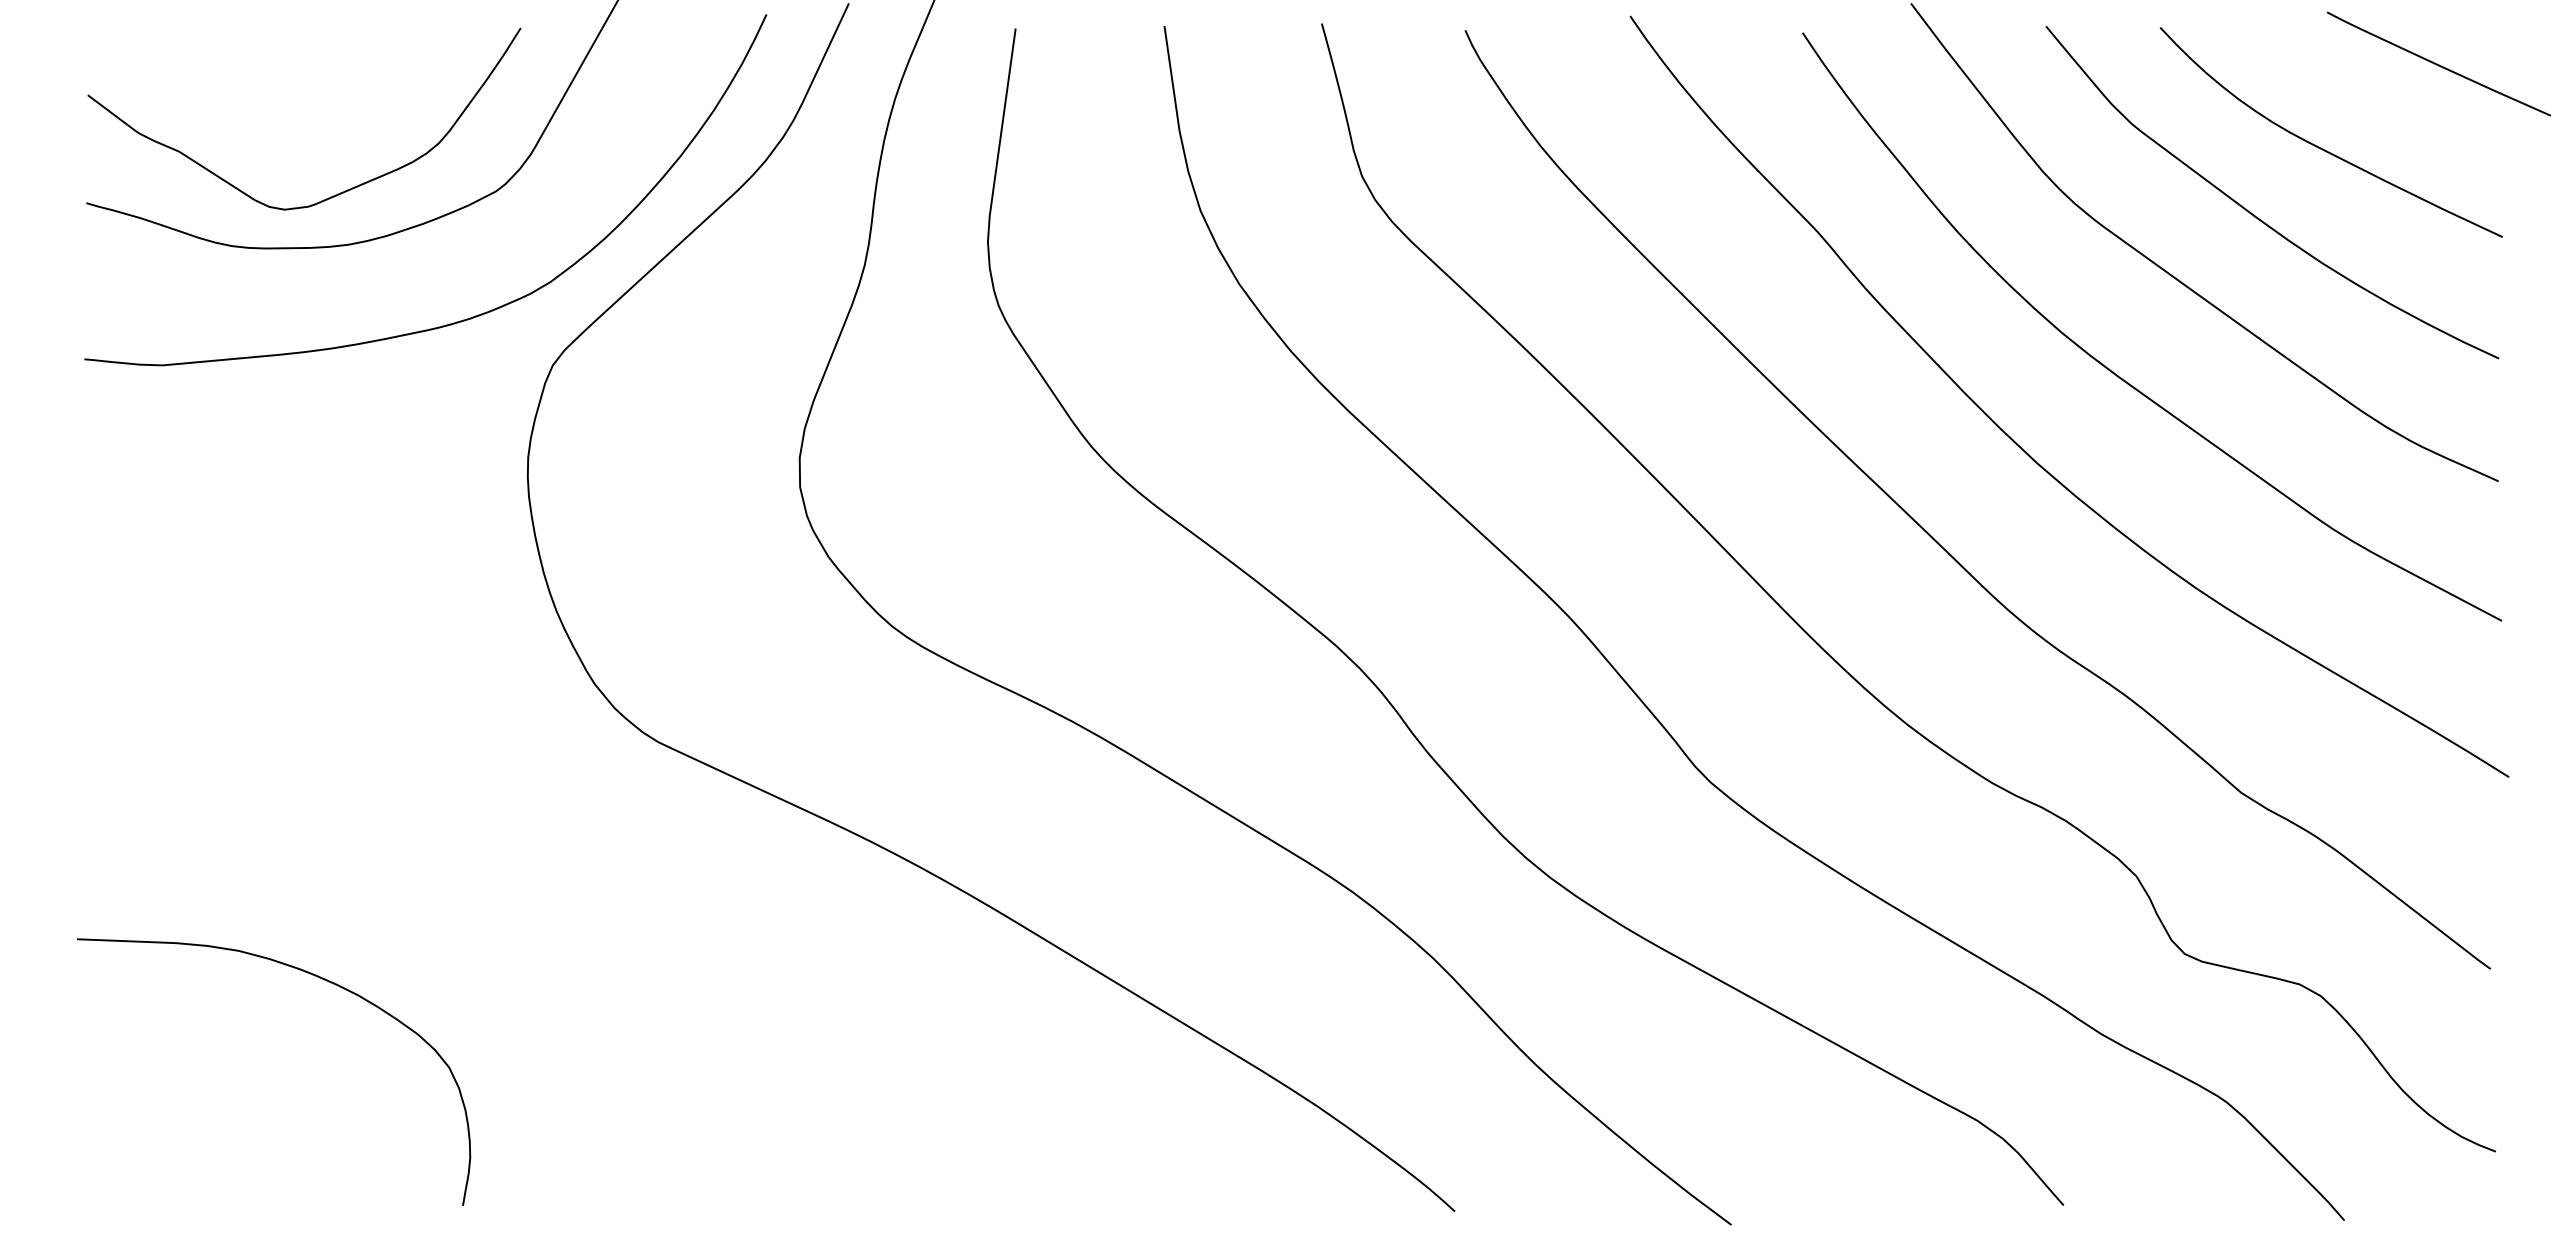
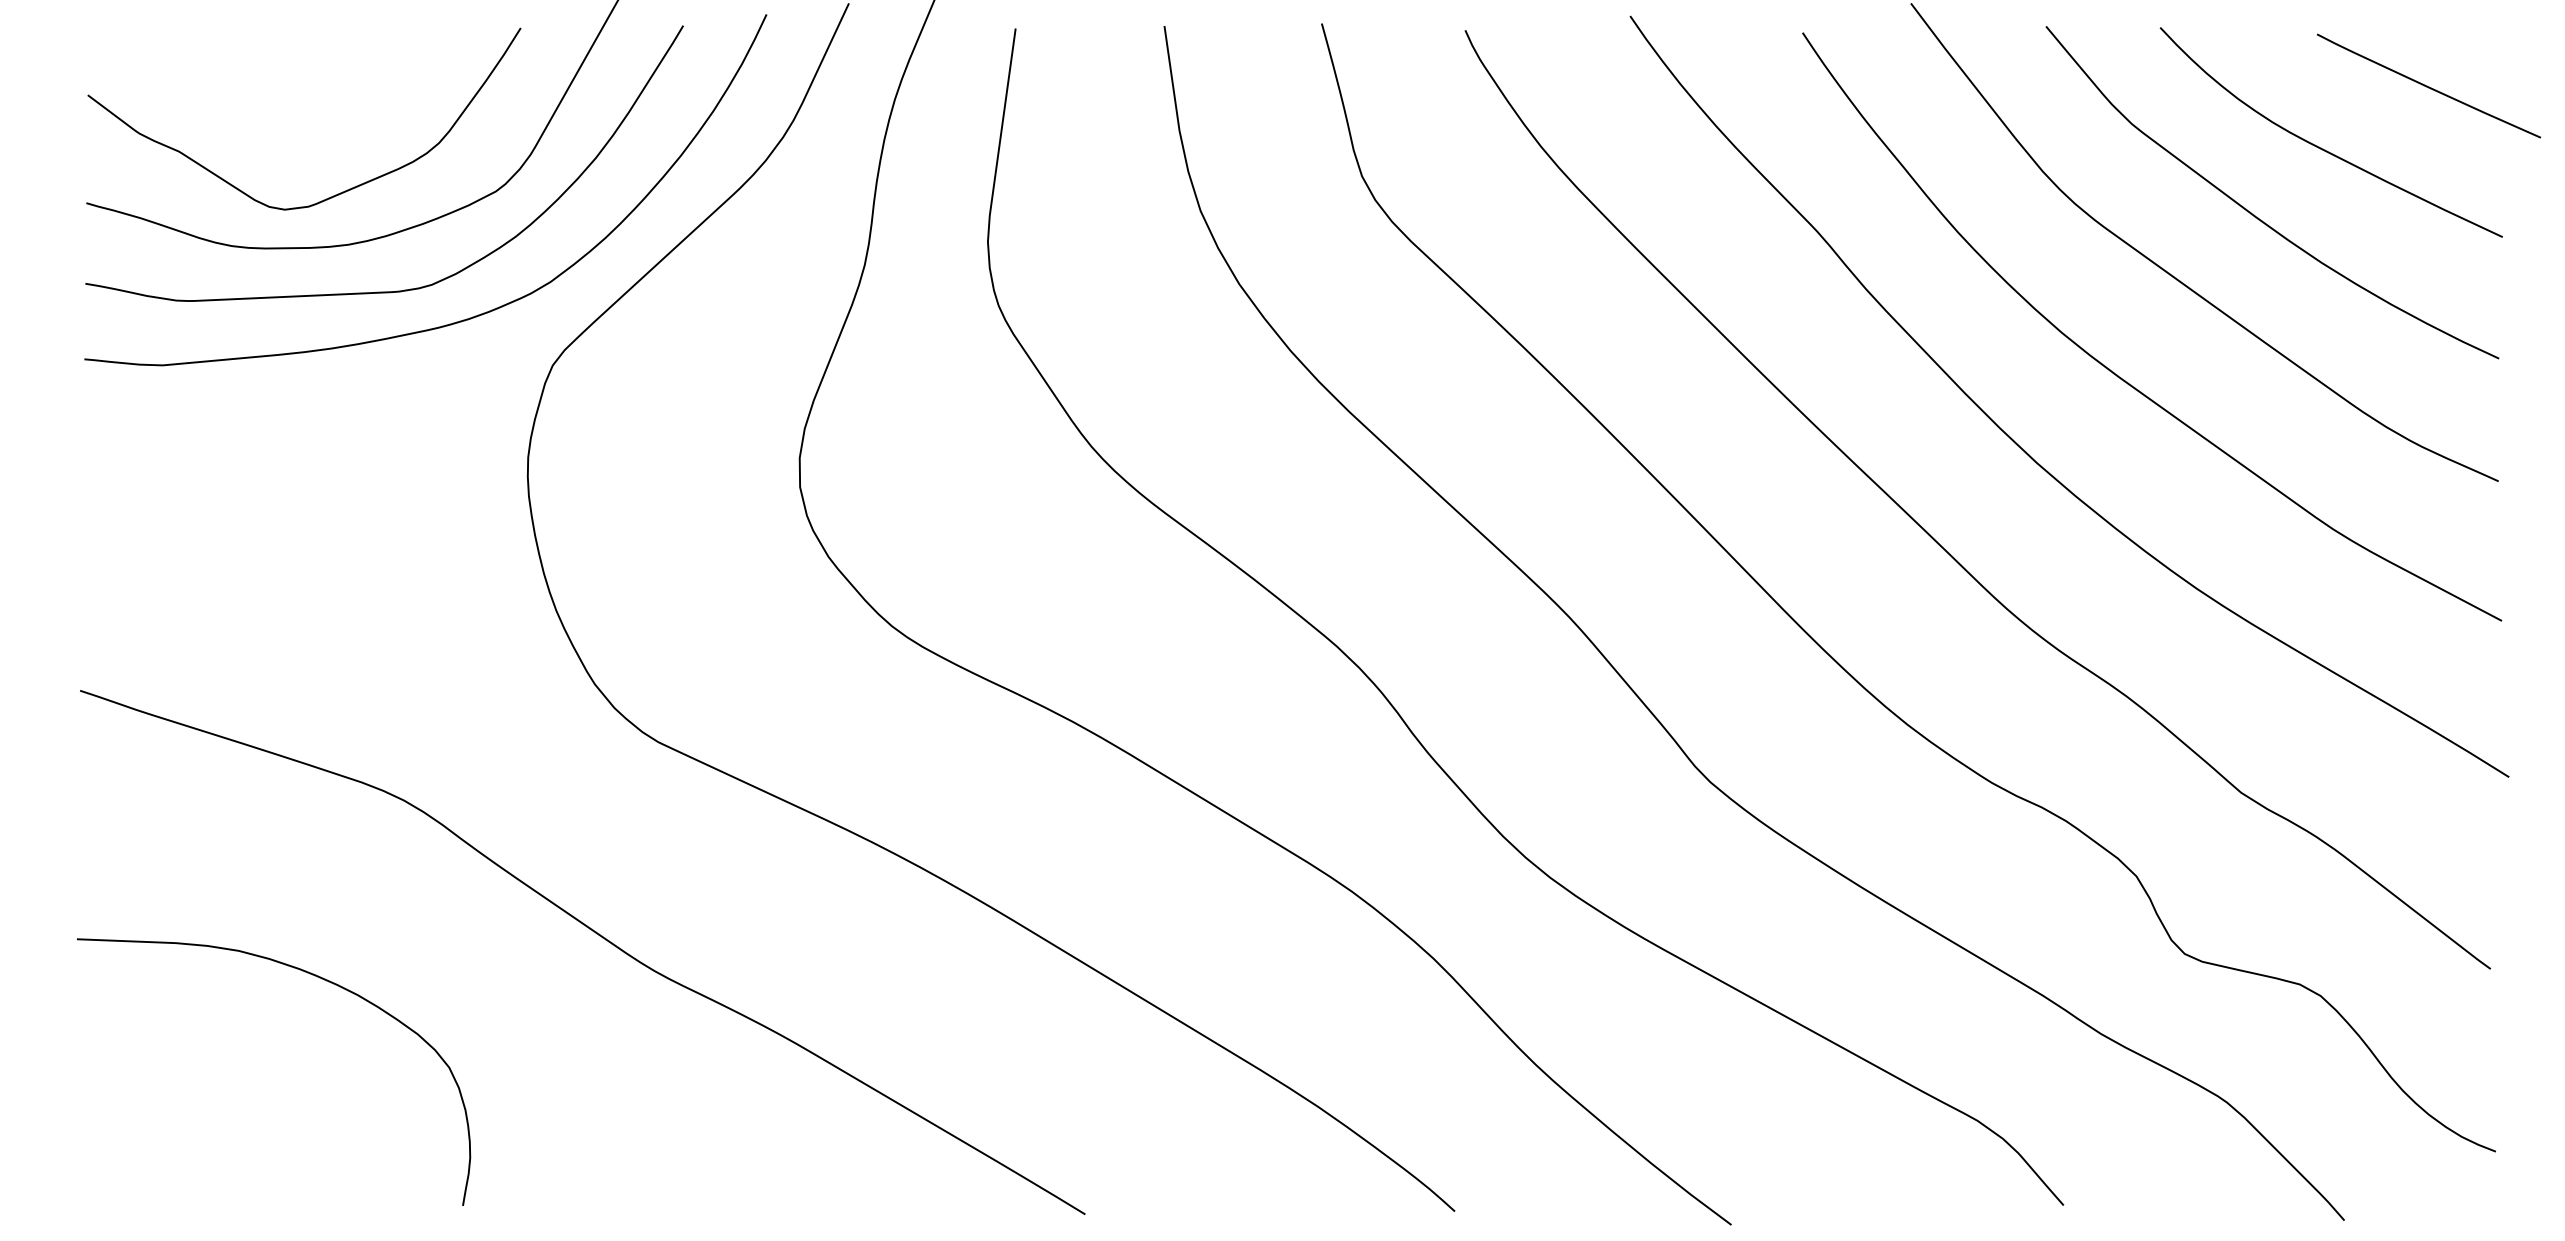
curve at (2437, 63) position: (2437, 63) -> (2427, 85)
curve at (396, 290): none -> present
curve at (596, 934): none -> present
